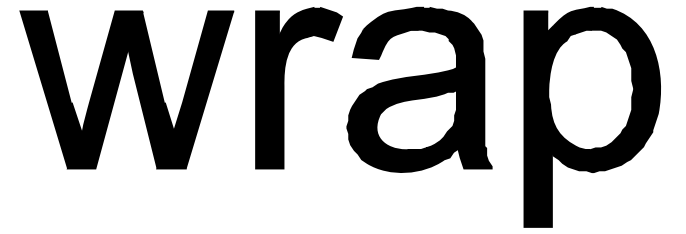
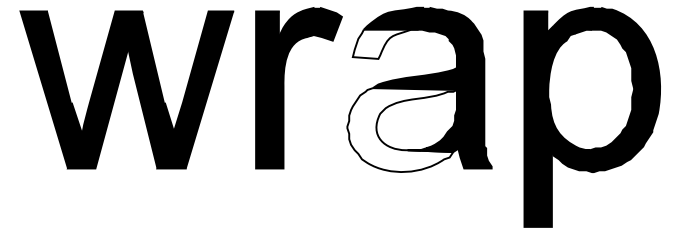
fill at (385, 43): present -> none
fill at (401, 130): present -> none
